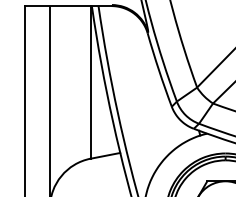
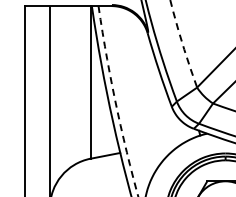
arc at (182, 45): solid -> dashed
arc at (115, 102): solid -> dashed
